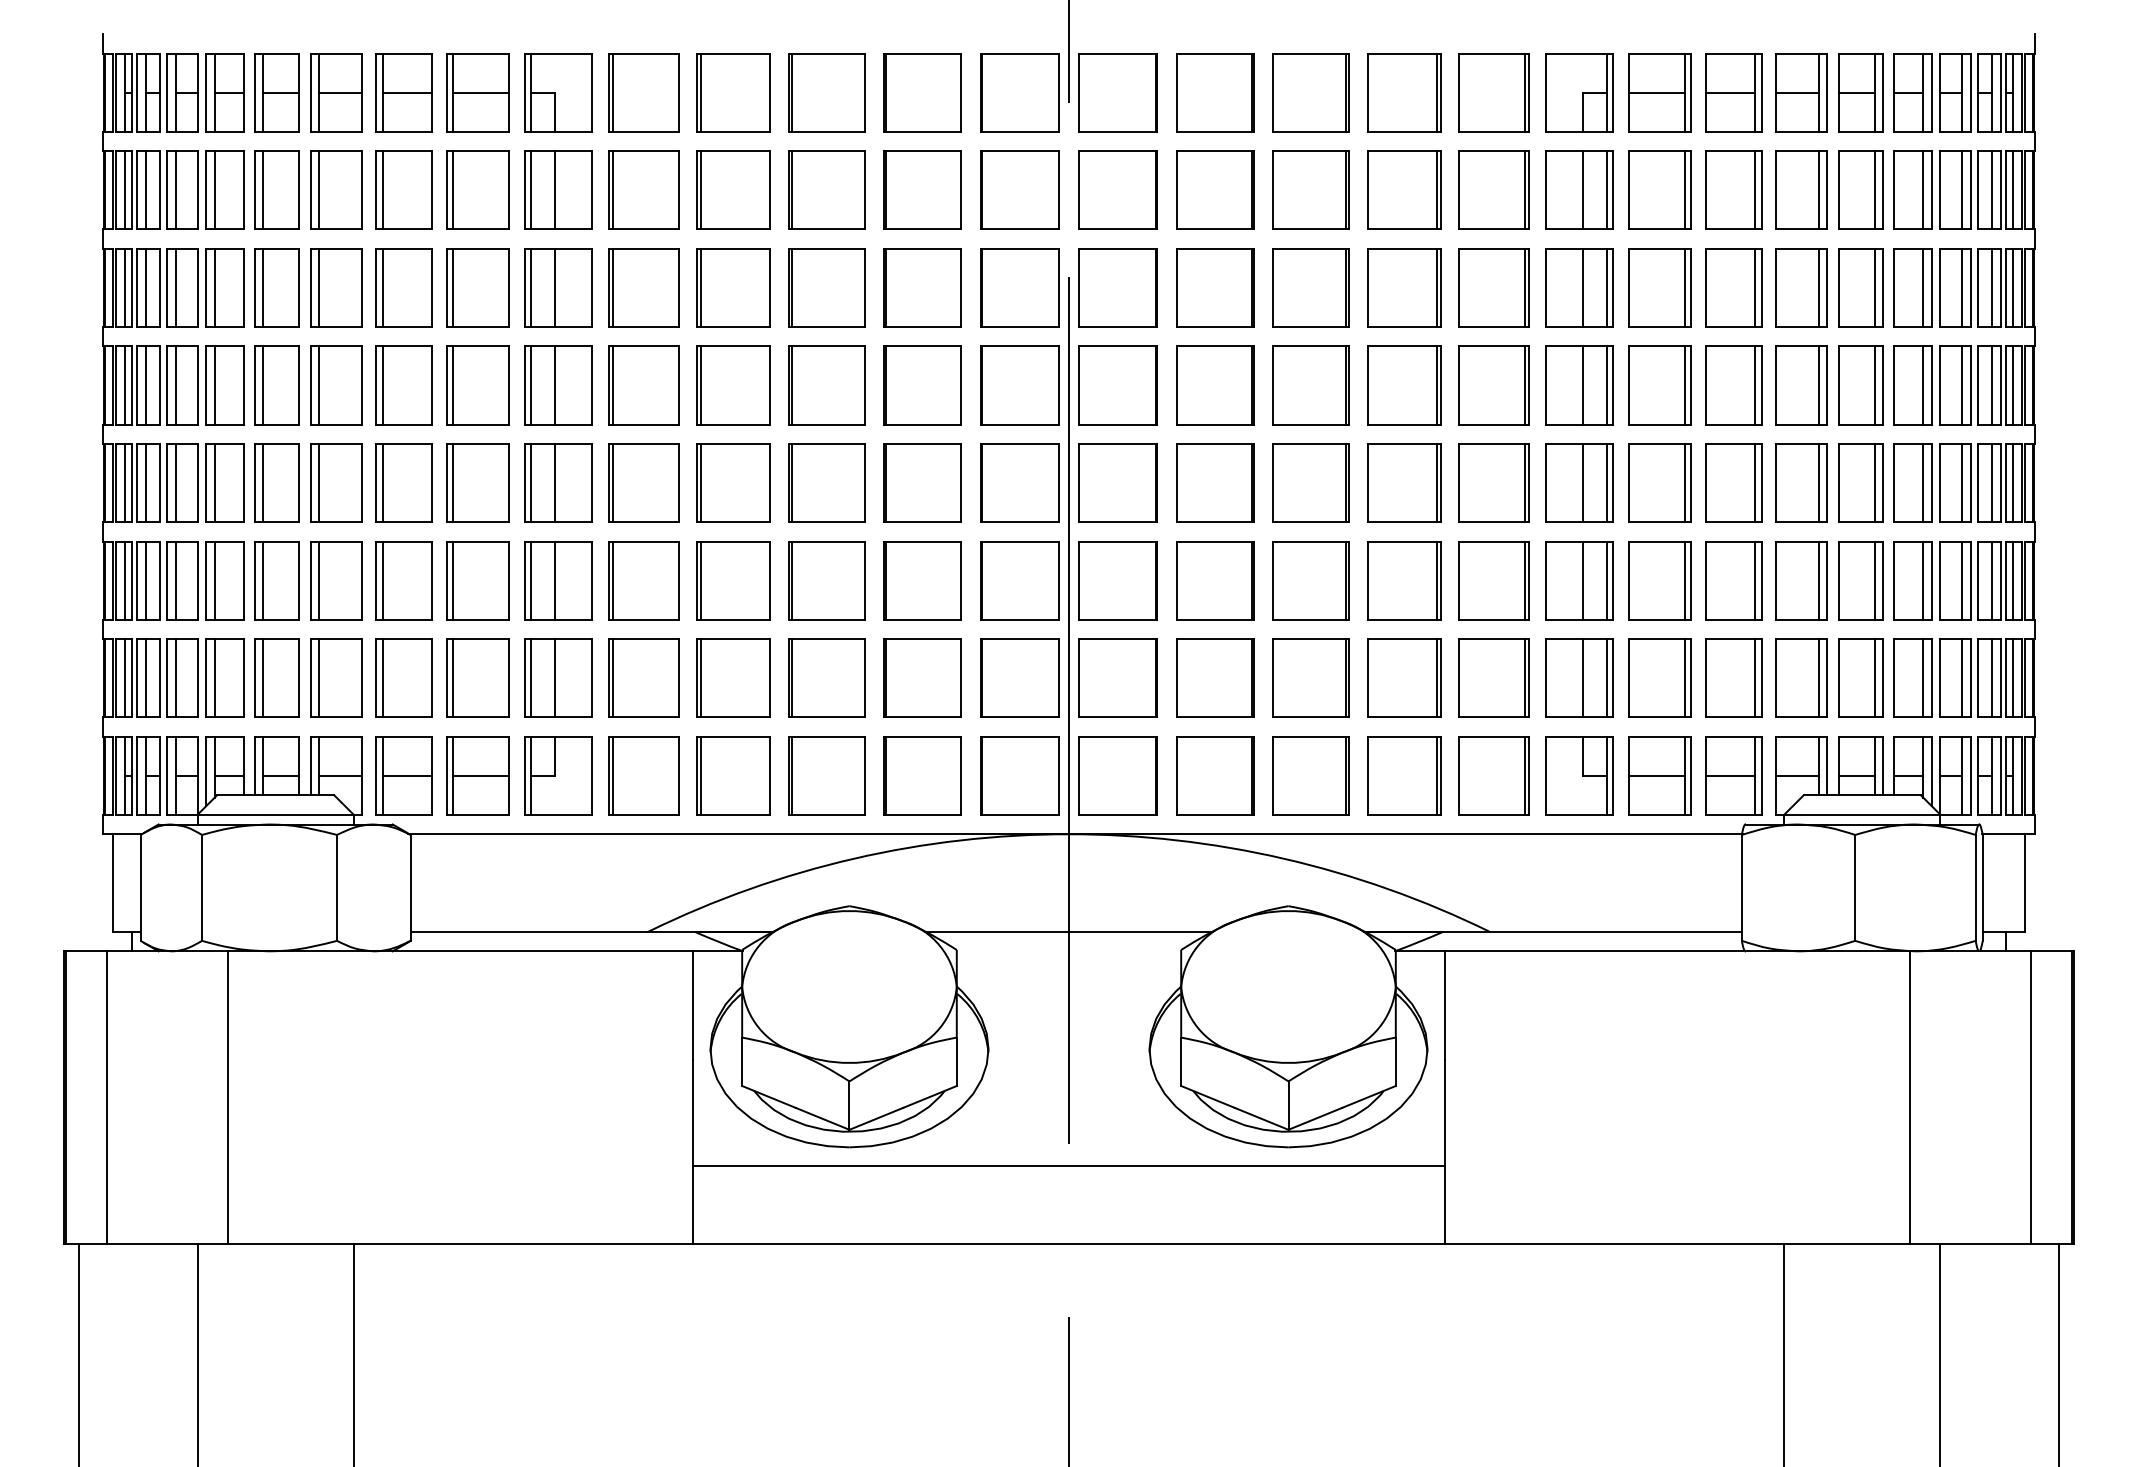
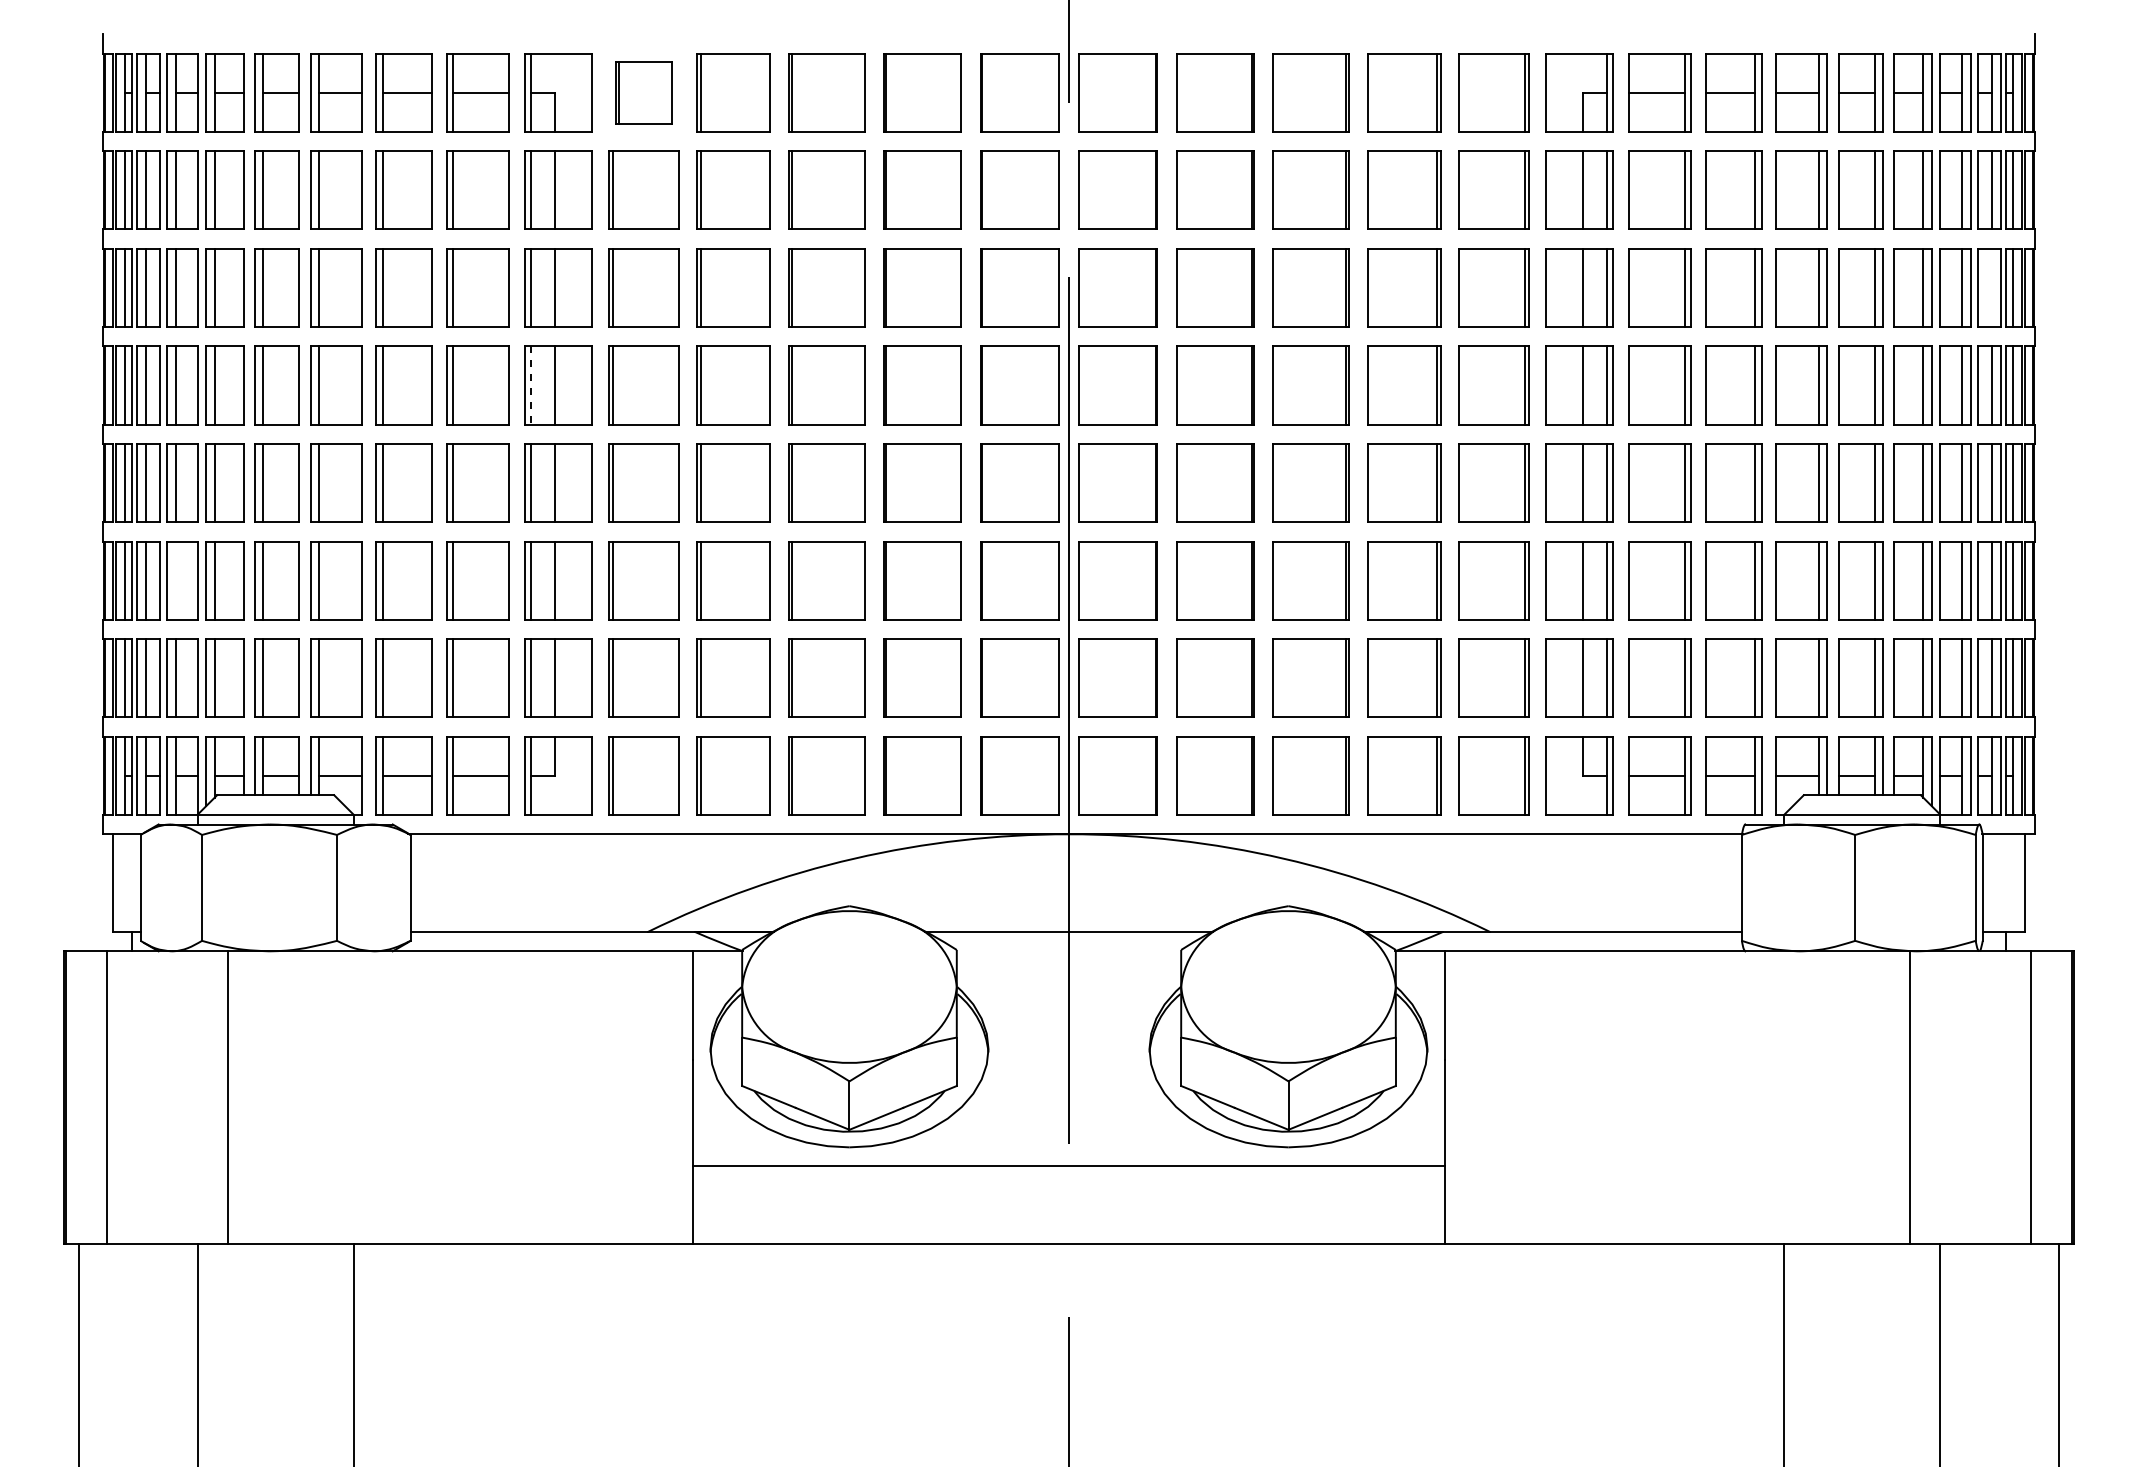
part at (643, 92) size: 72x80 px -> 58x64 px
line at (1992, 287): present -> none
line at (530, 385): solid -> dashed
line at (175, 580): present -> none
